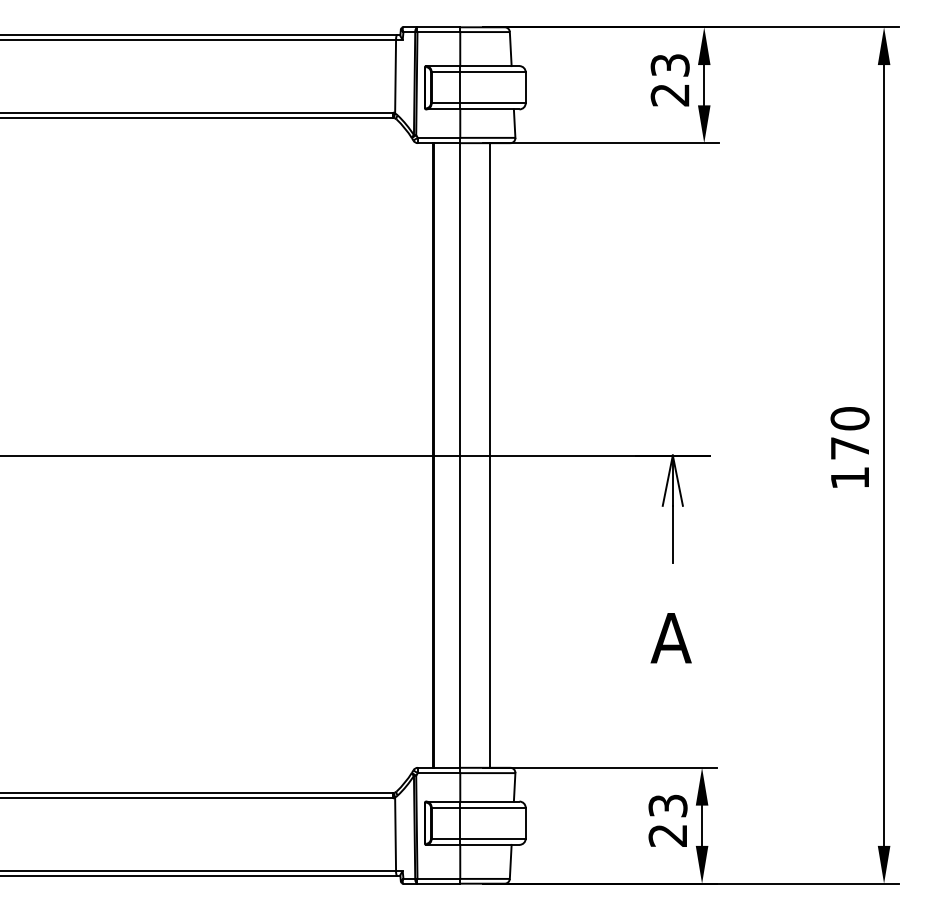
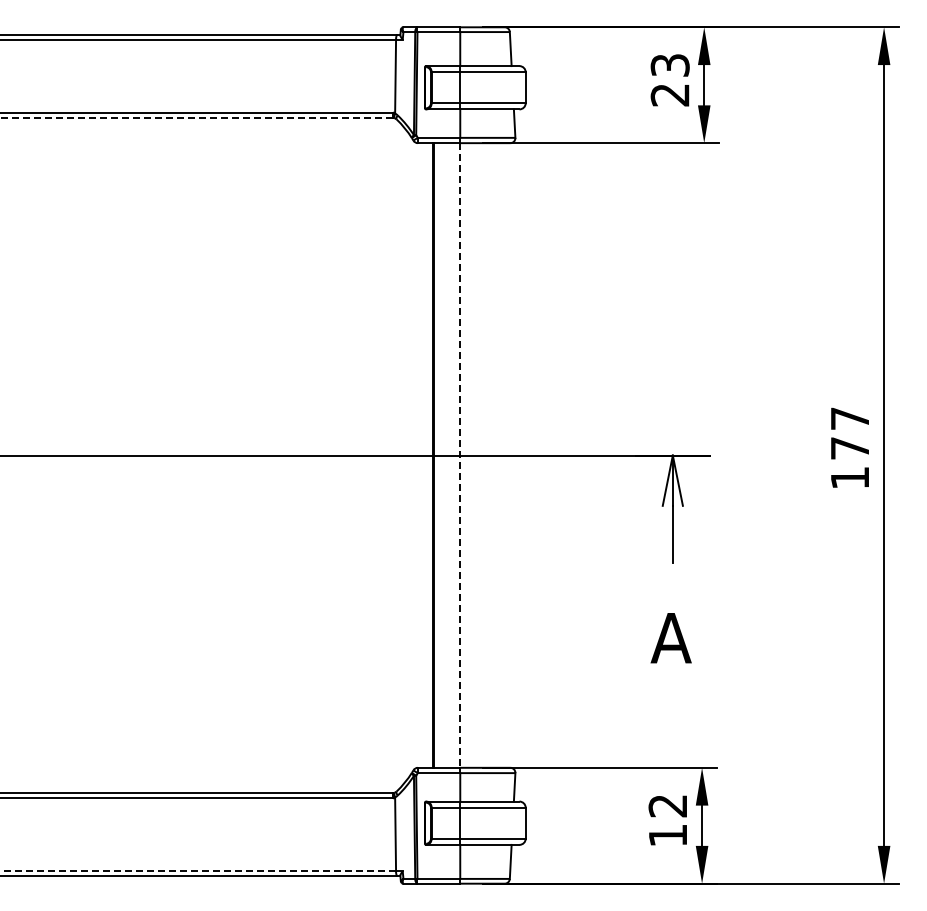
line at (197, 117): solid -> dashed
text at (849, 418): 170 -> 177
line at (460, 455): solid -> dashed
line at (490, 455): present -> none
text at (667, 820): 23 -> 12
line at (198, 871): solid -> dashed
